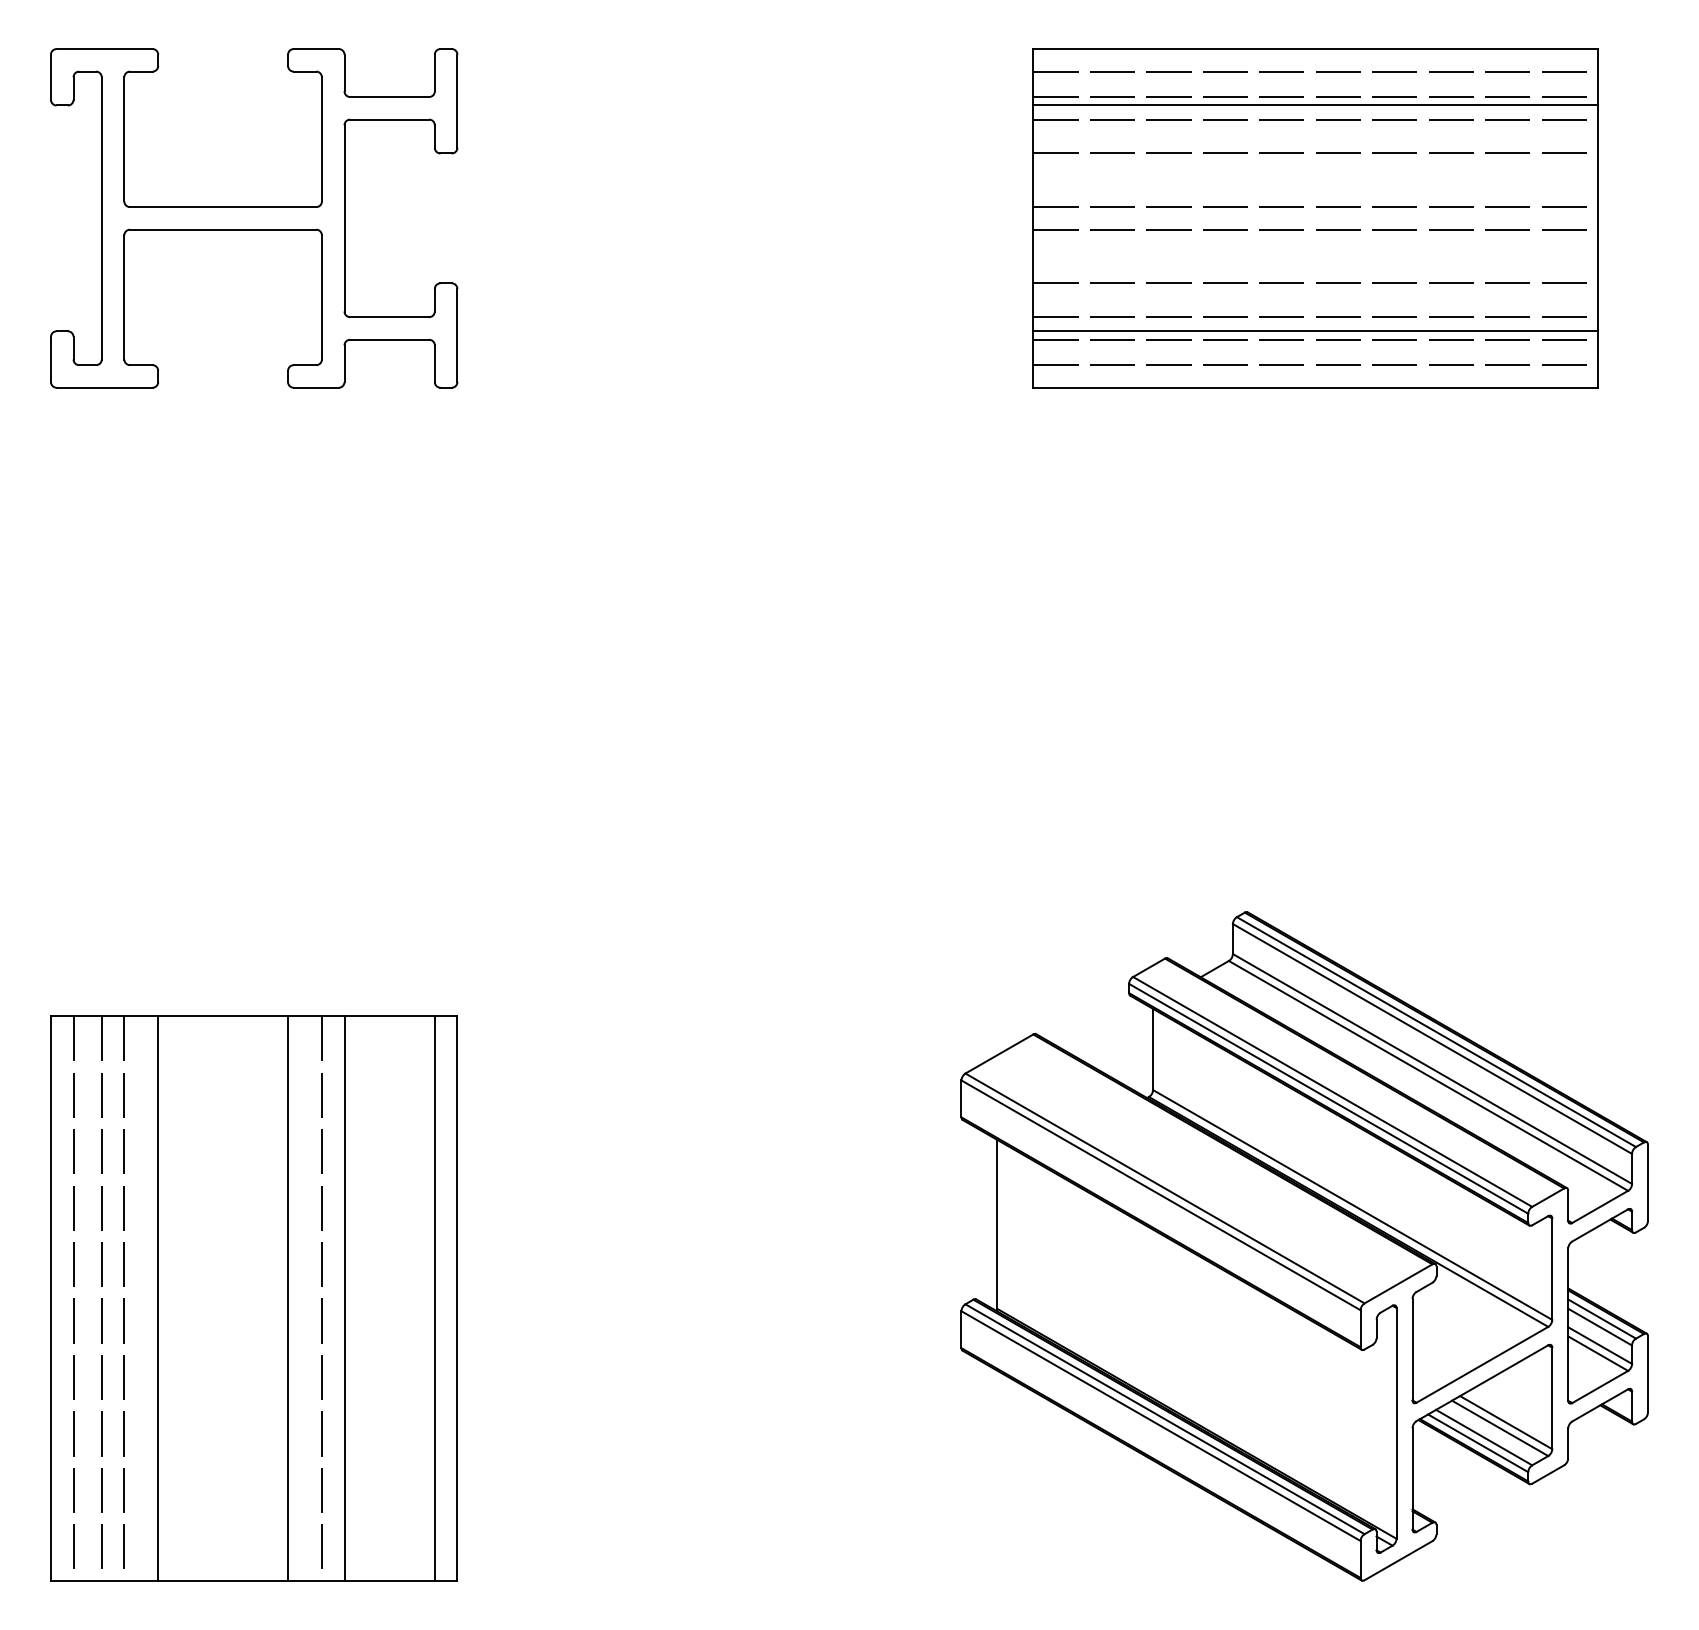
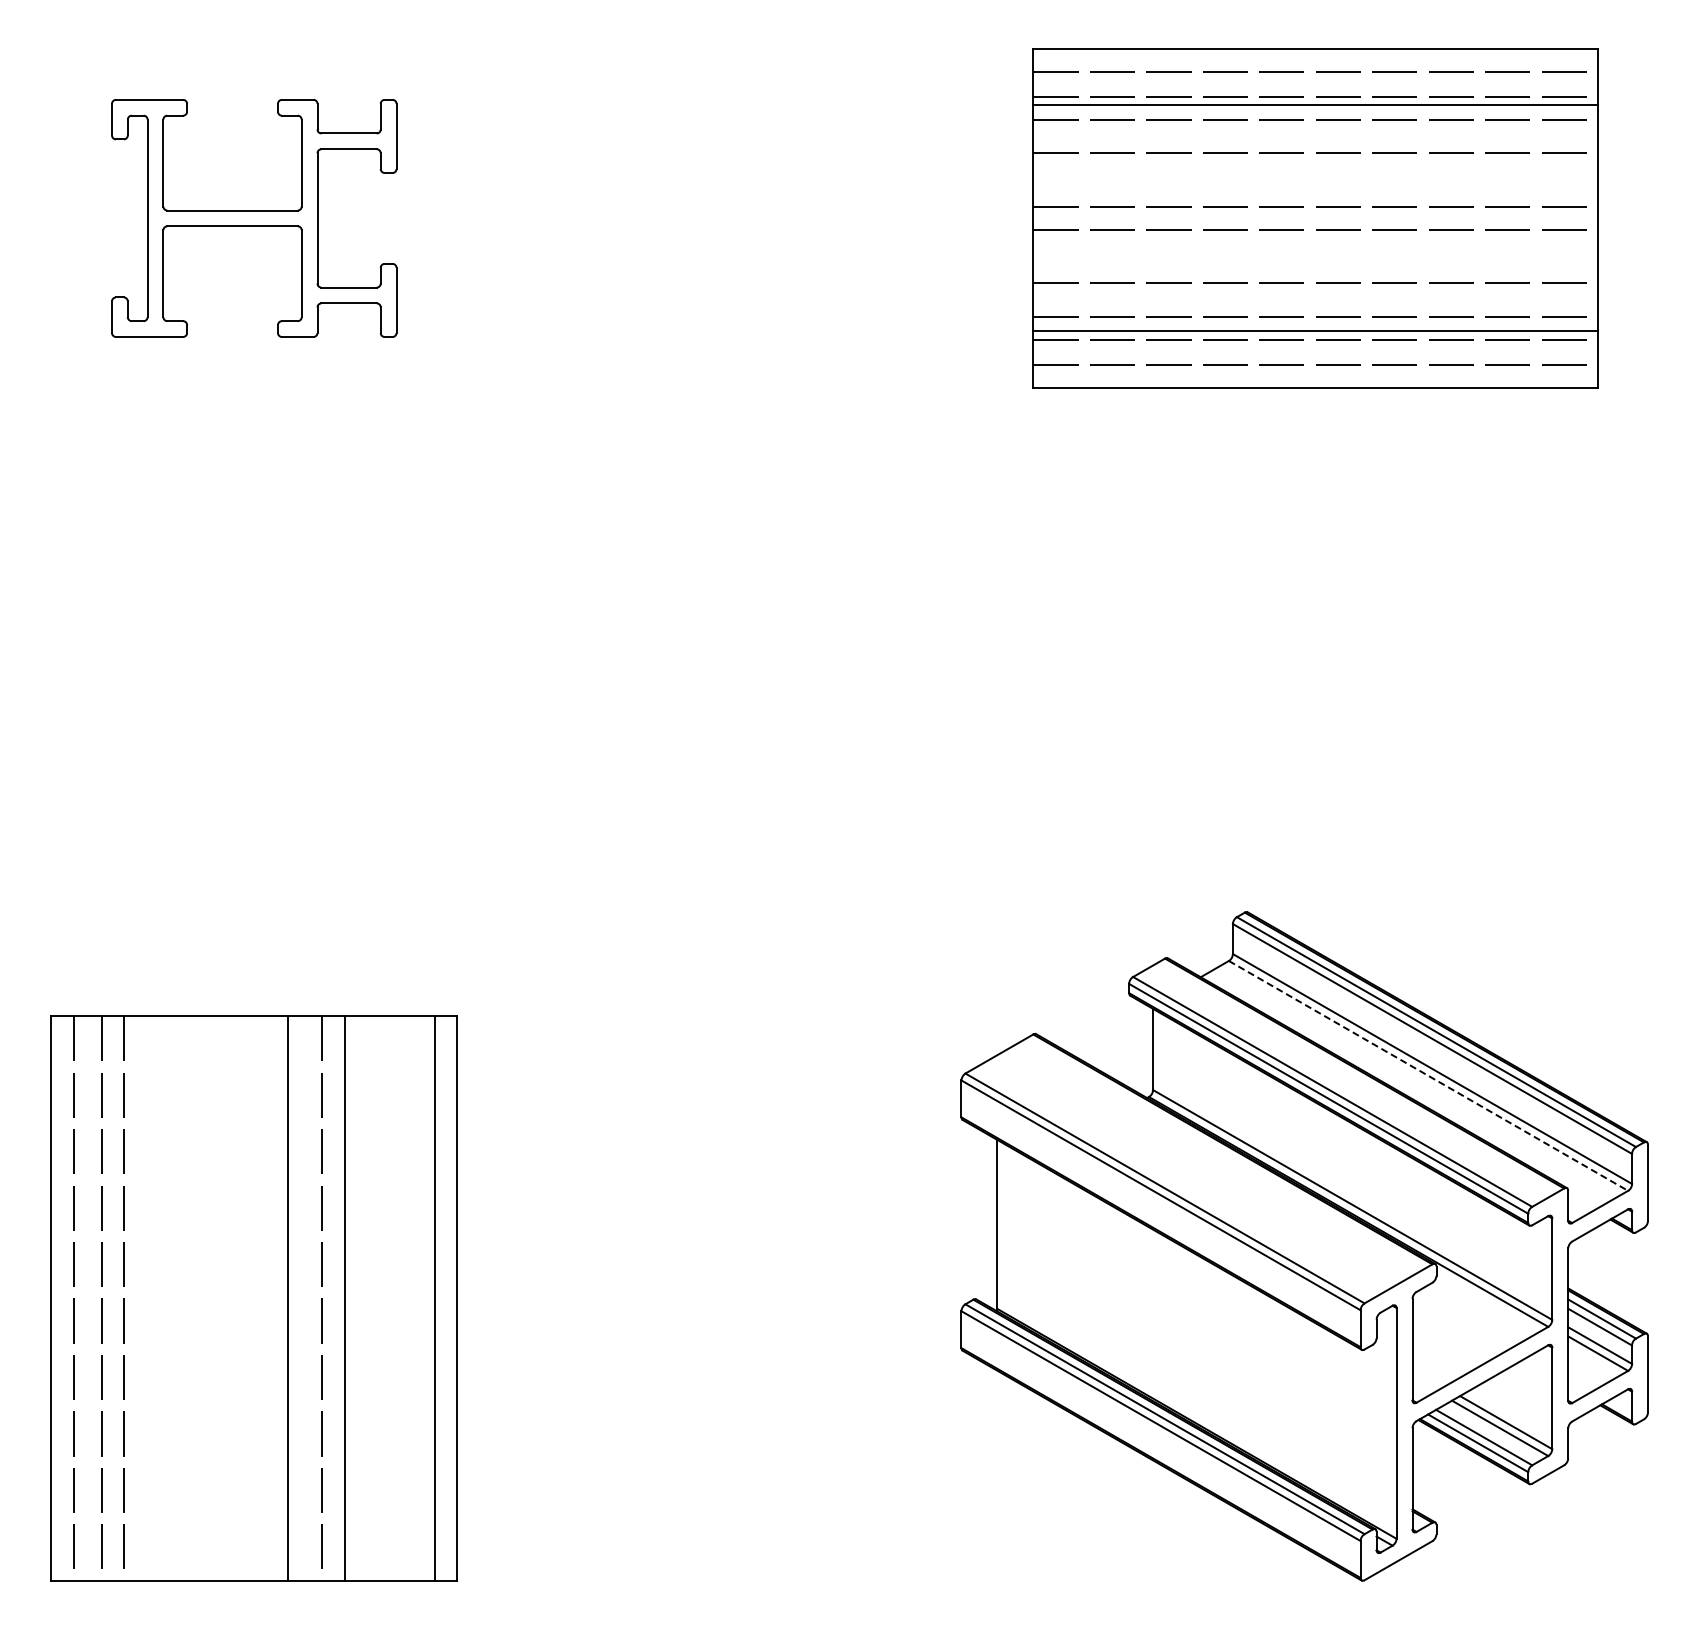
part at (254, 218) size: 409x341 px -> 287x239 px
line at (1428, 1076): solid -> dashed
line at (158, 1298): present -> none
